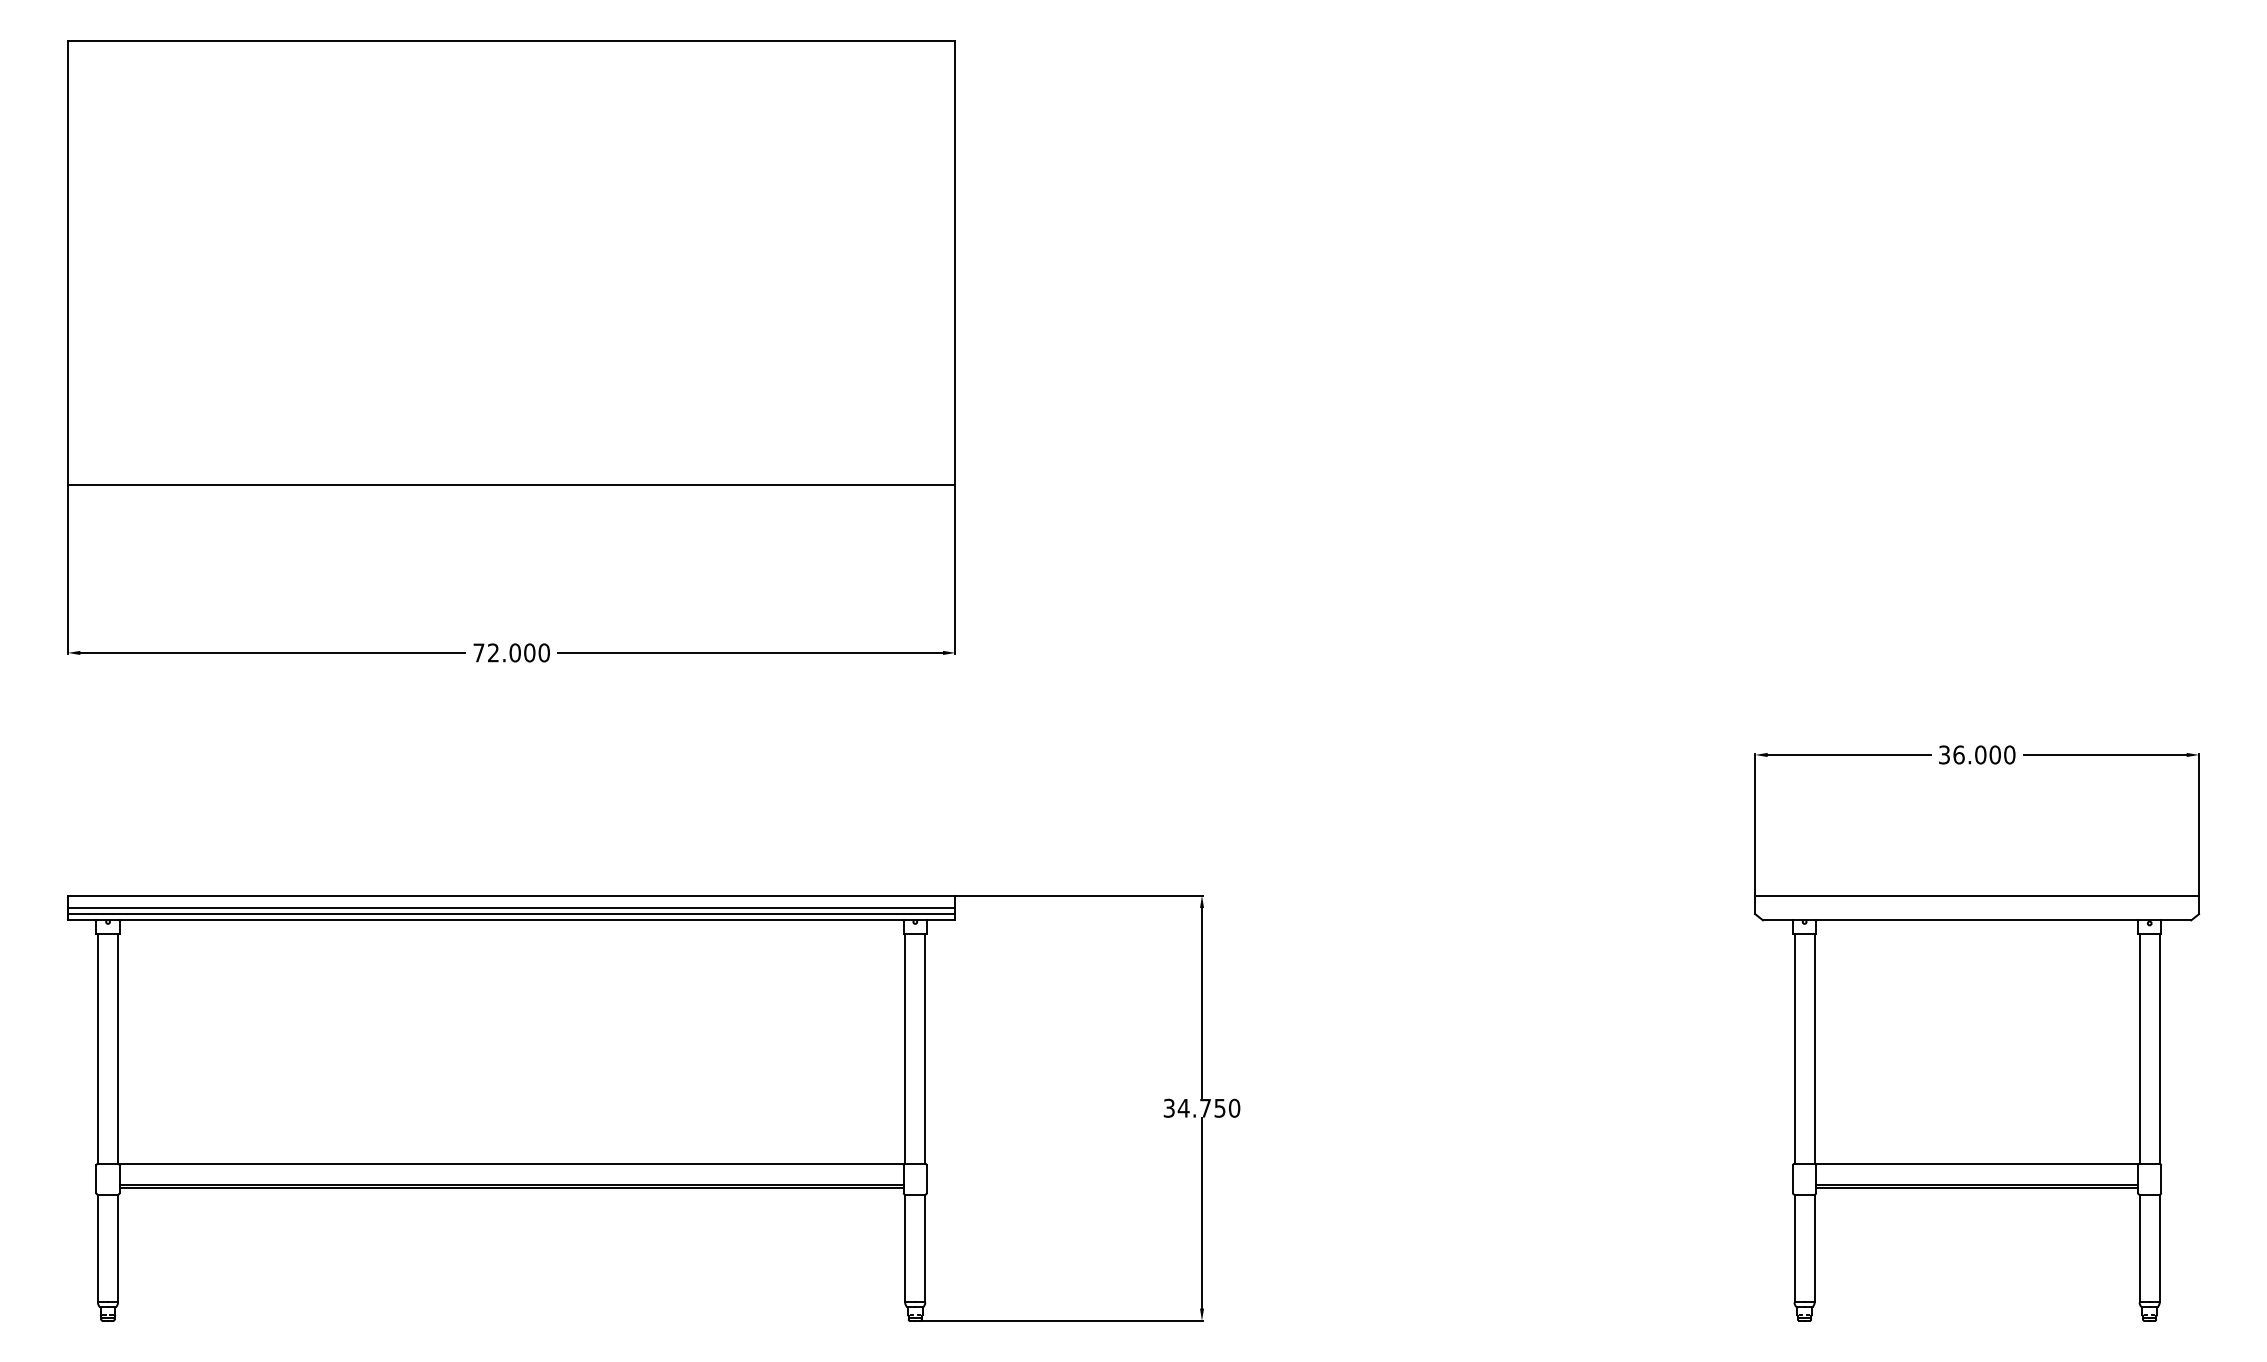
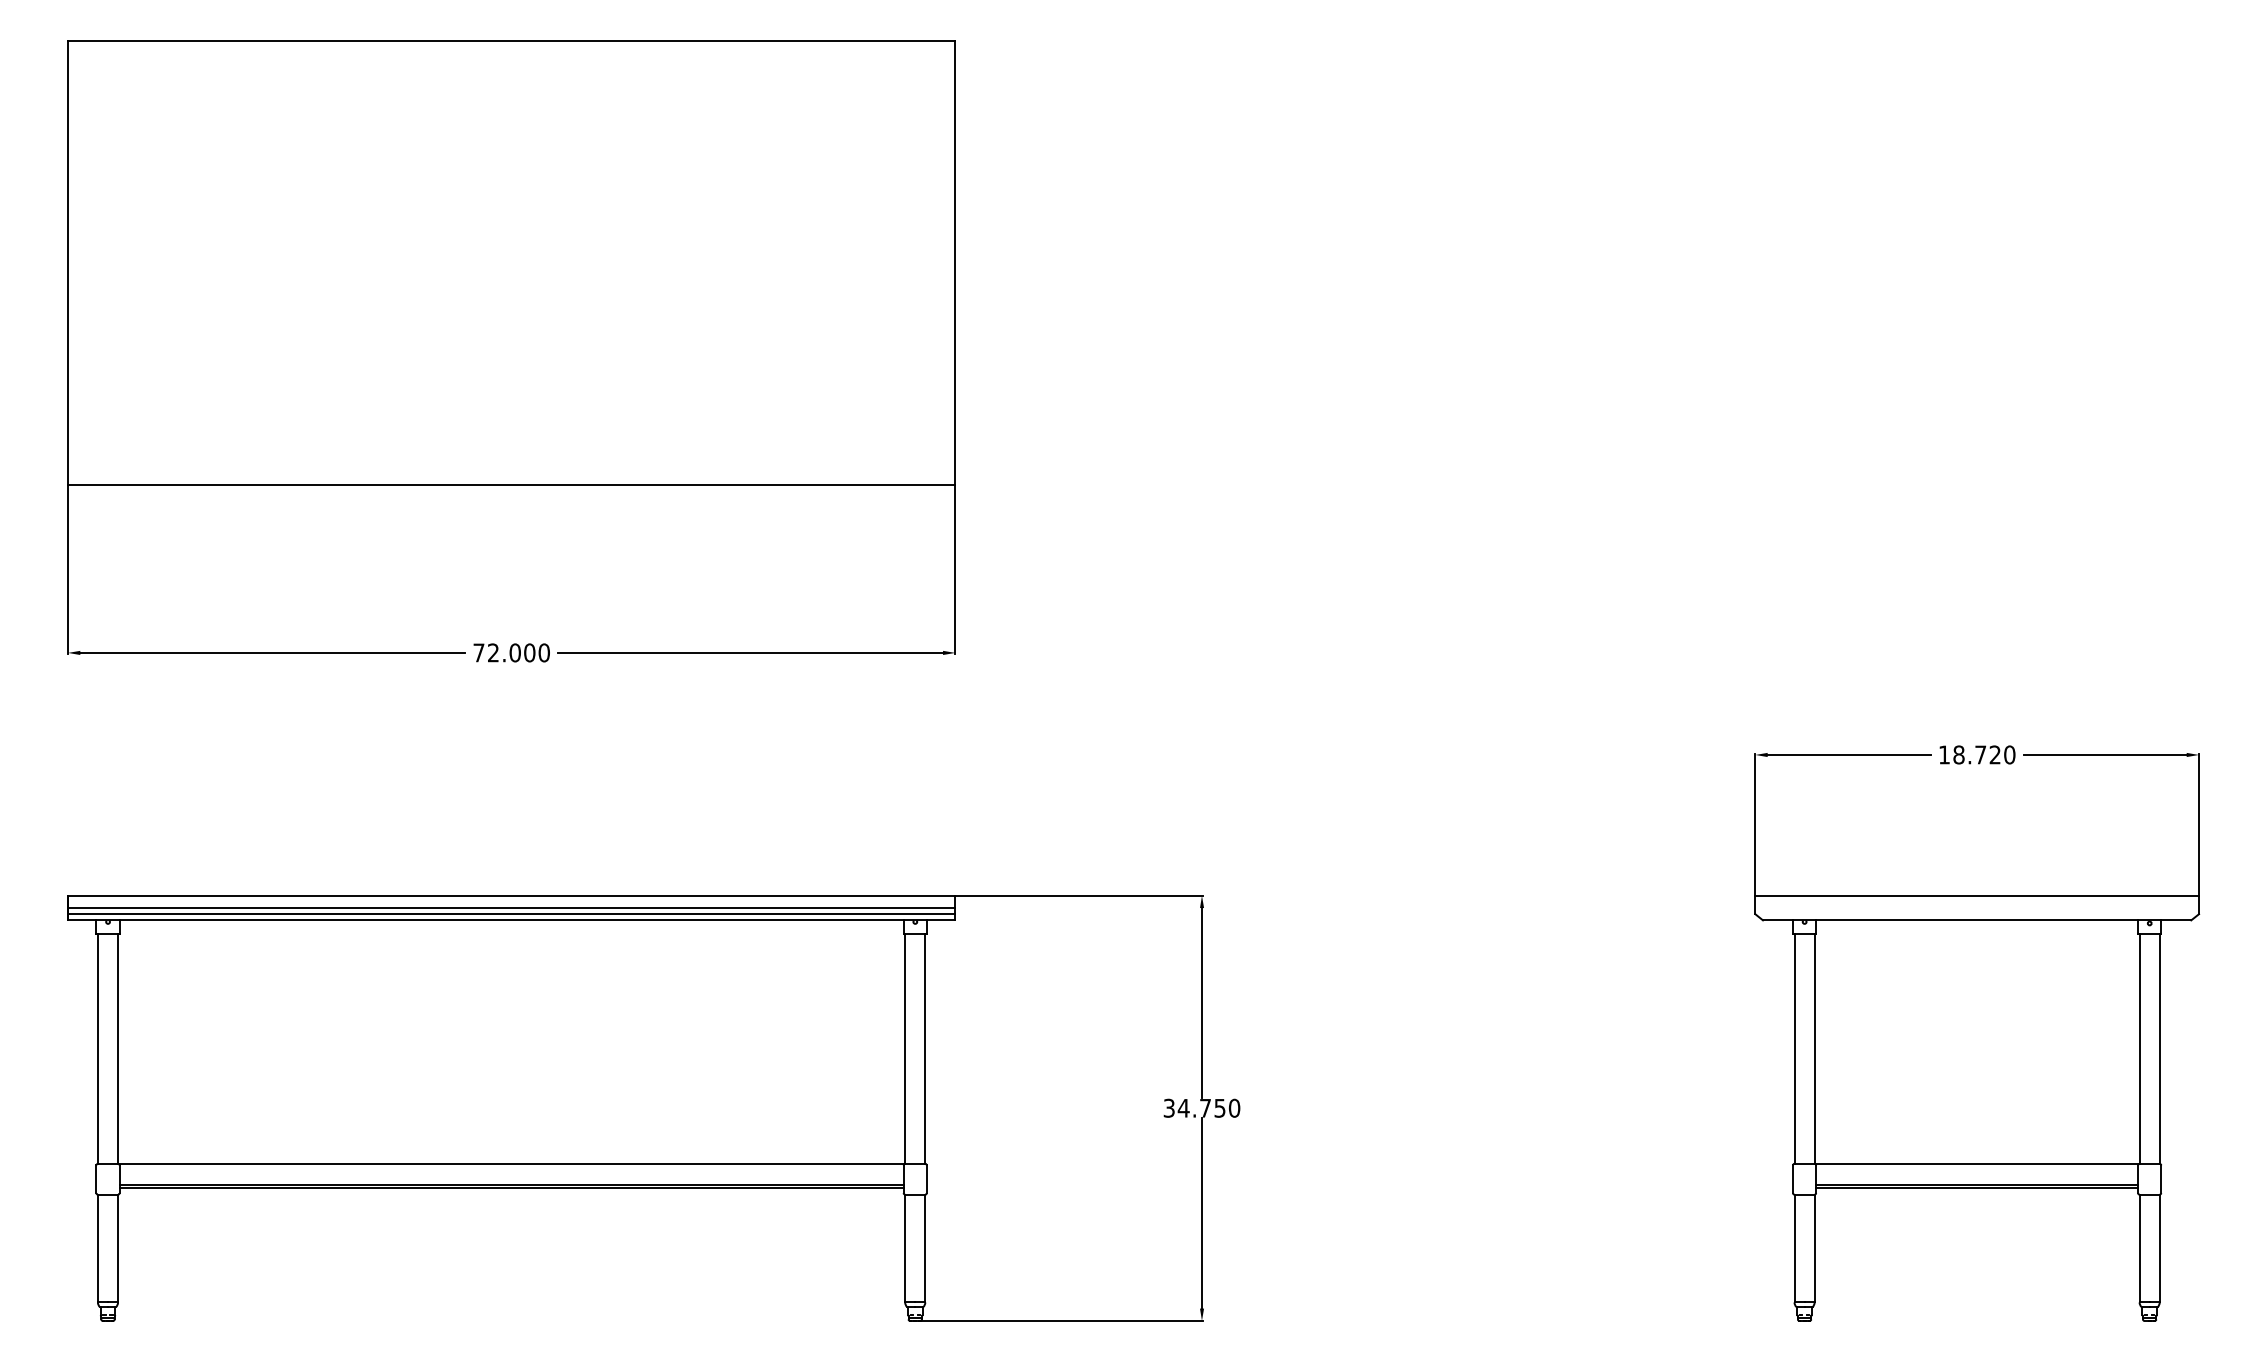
text at (1969, 754): 36.000 -> 18.720
